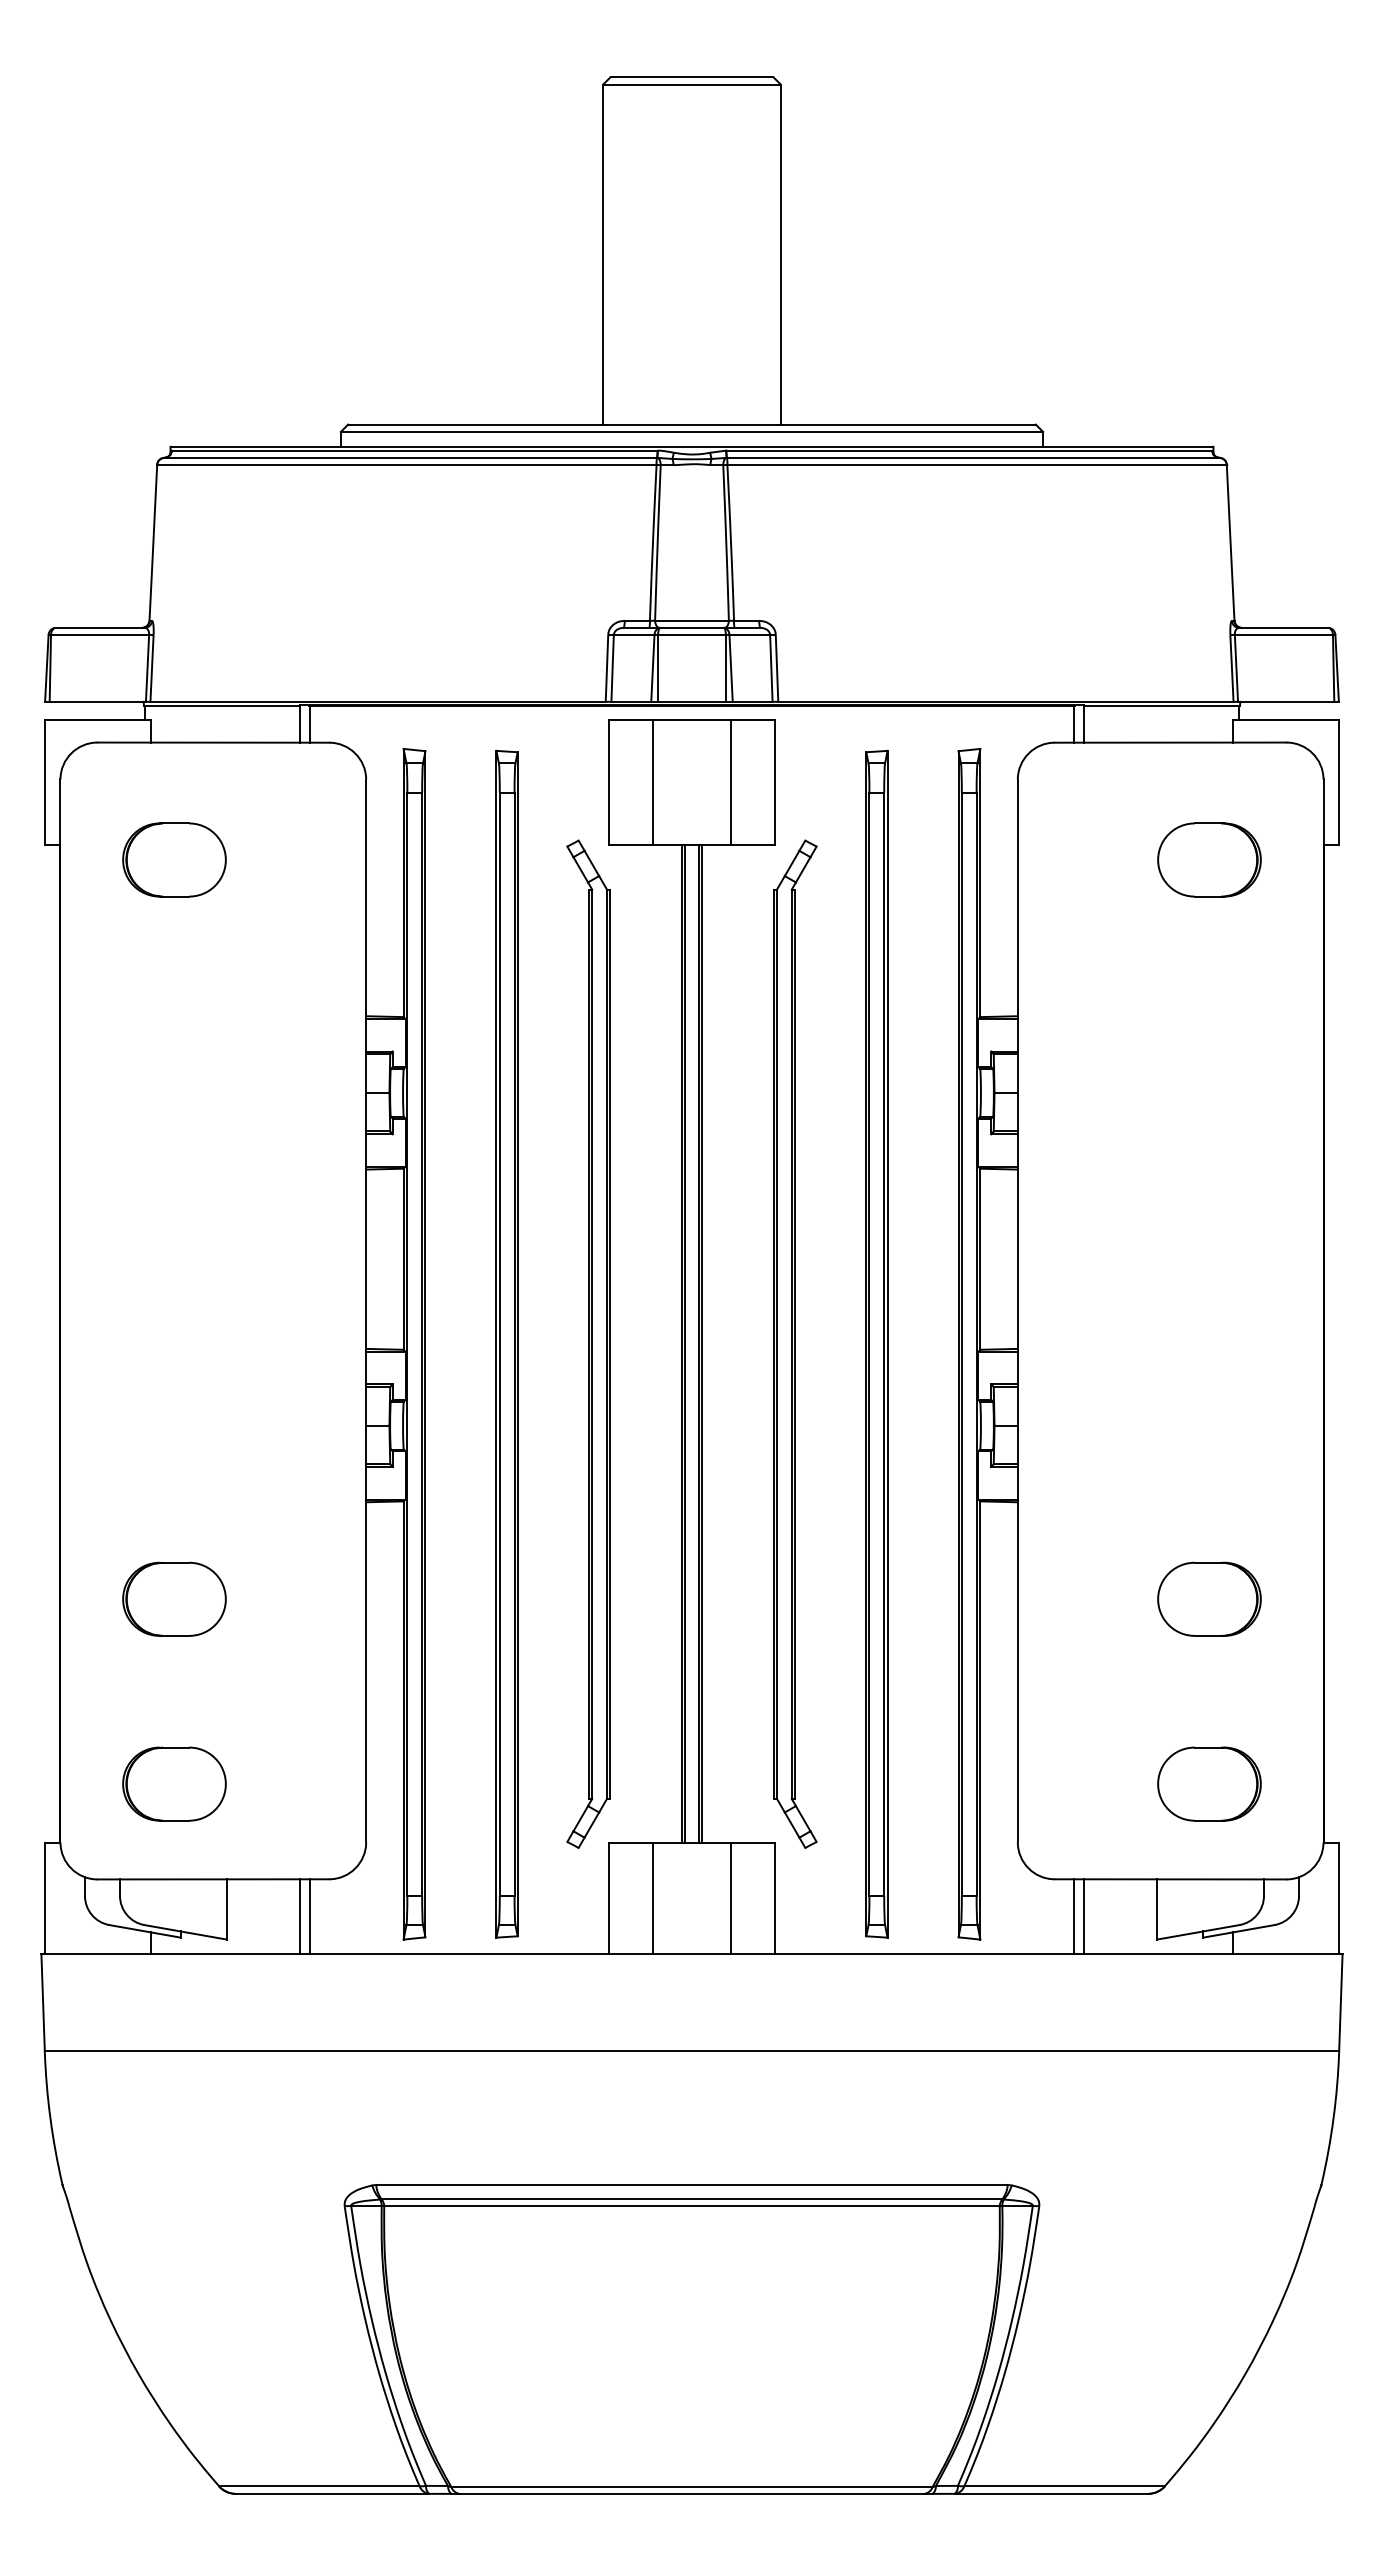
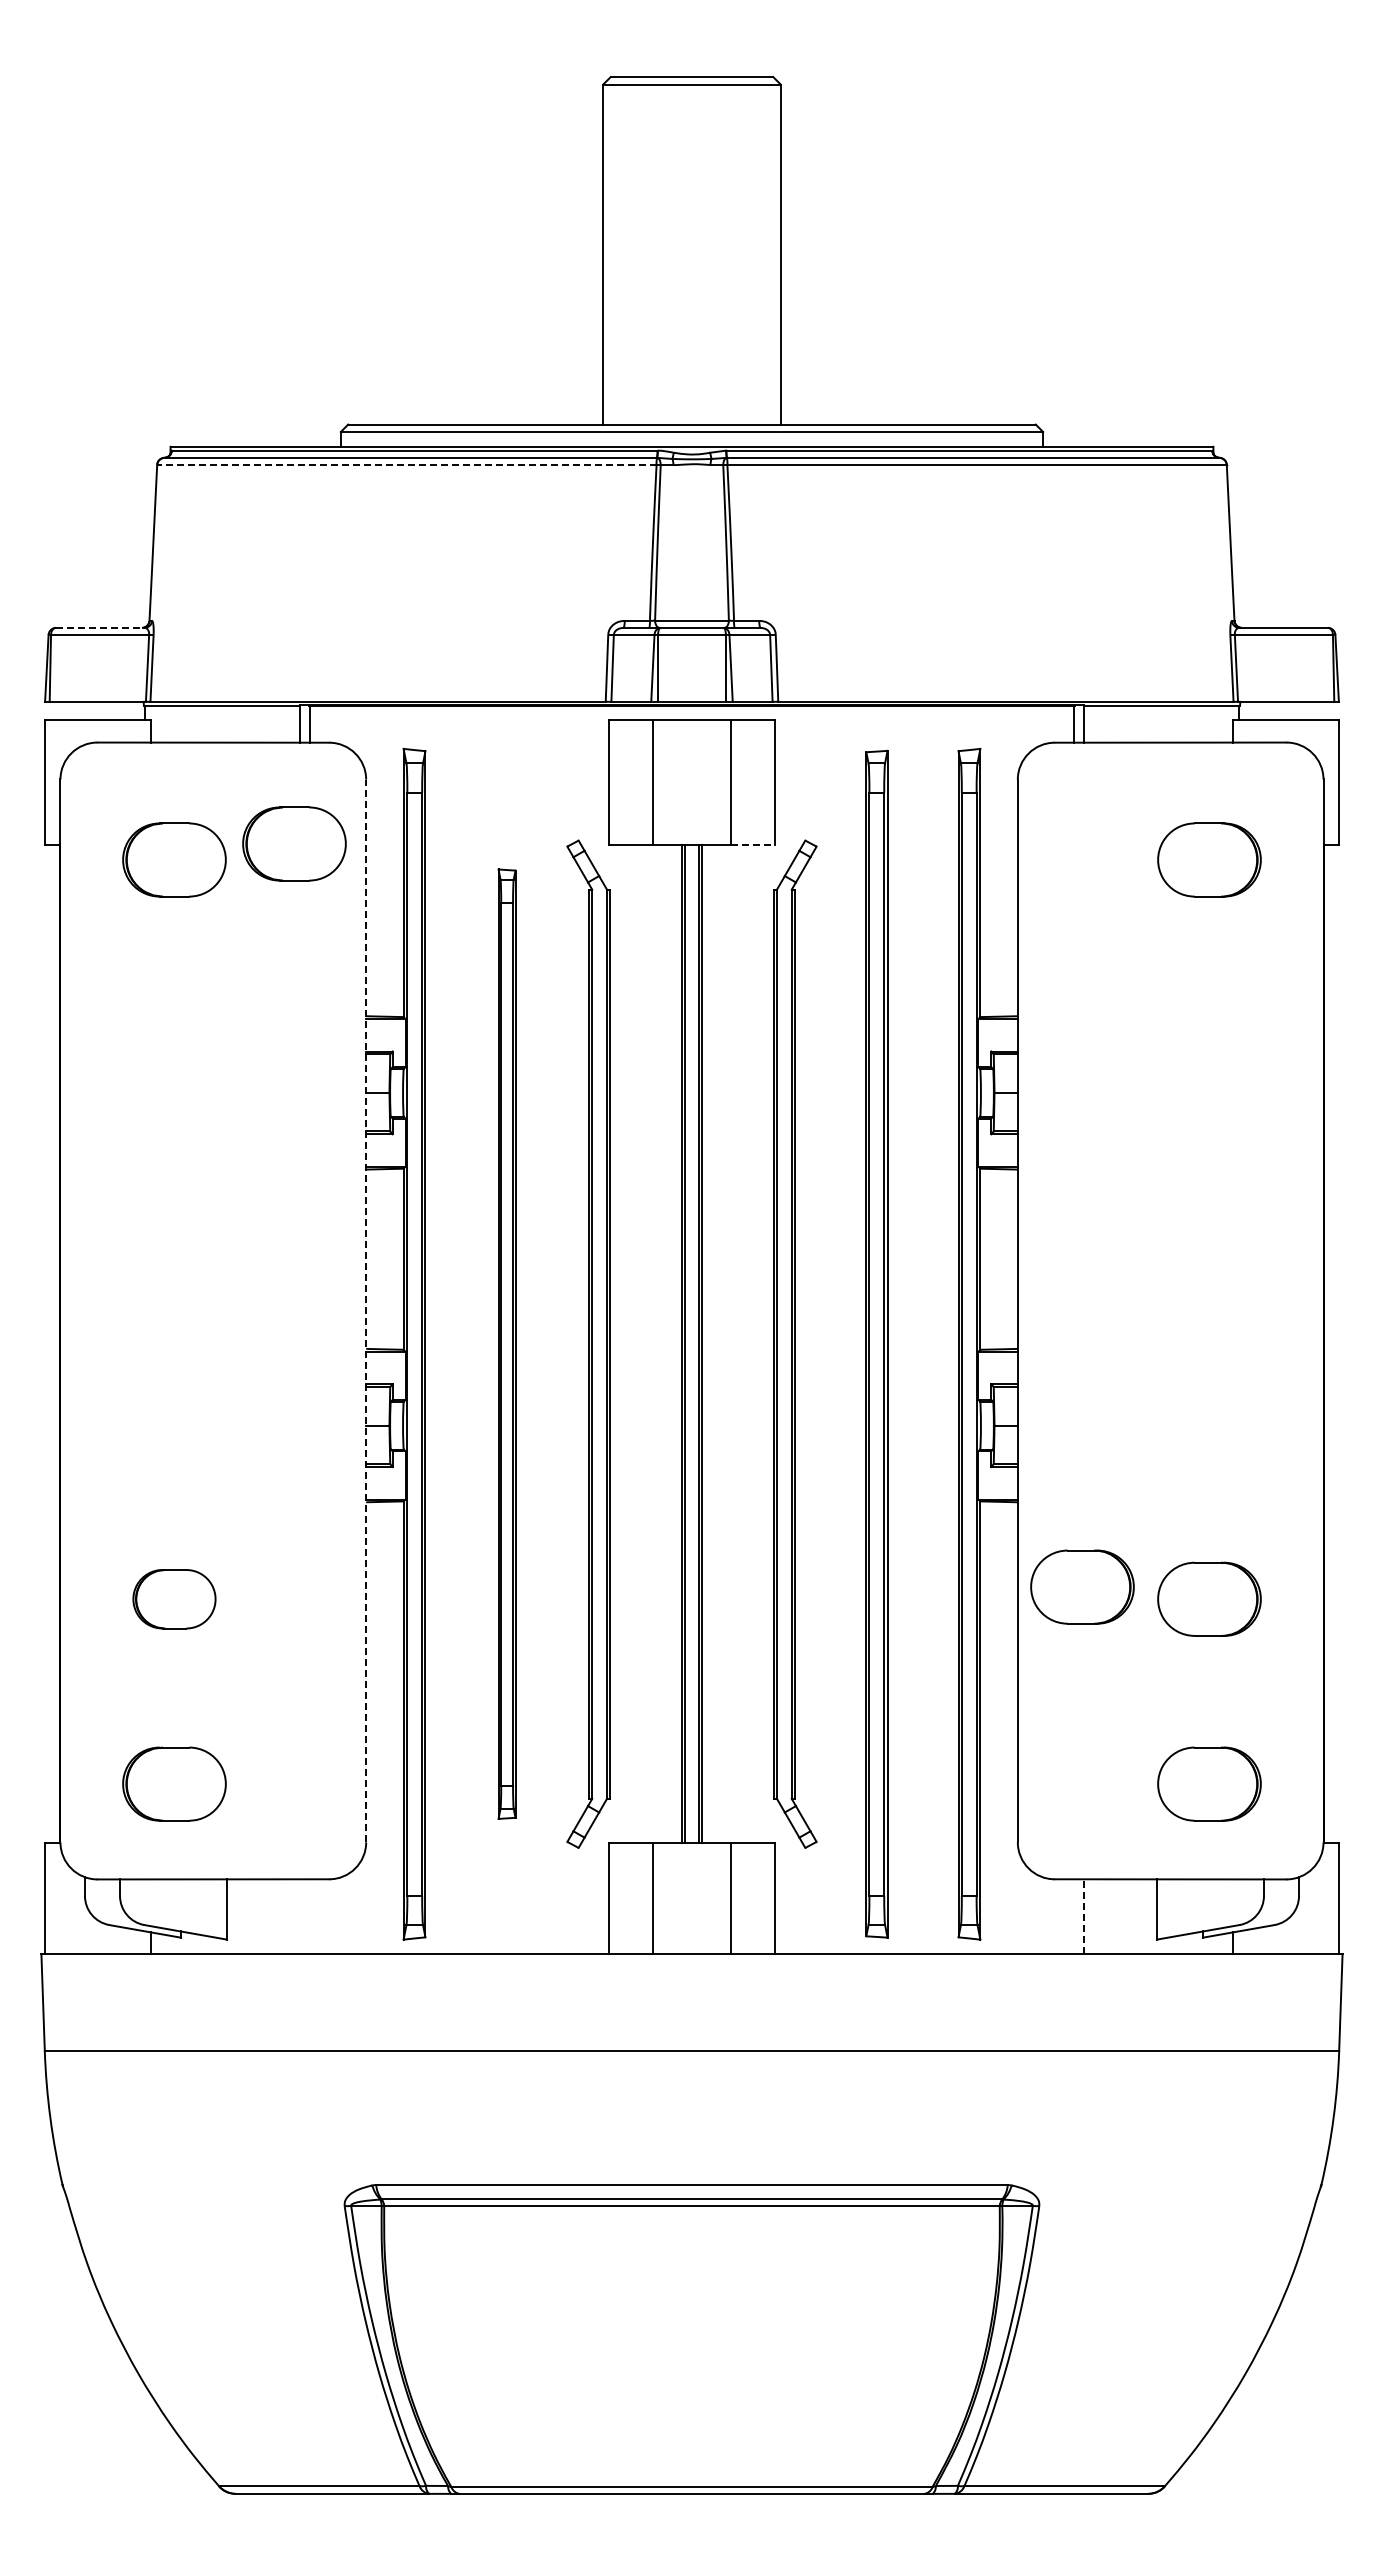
line at (406, 464): solid -> dashed
line at (100, 627): solid -> dashed
part at (294, 843): none -> present
line at (752, 845): solid -> dashed
line at (366, 1310): solid -> dashed
part at (506, 1343) size: 24x1190 px -> 20x952 px
part at (1082, 1586): none -> present
part at (174, 1598) size: 105x76 px -> 85x61 px
line at (299, 1916): present -> none
line at (310, 1916): present -> none
line at (1073, 1916): present -> none
line at (1084, 1916): solid -> dashed
